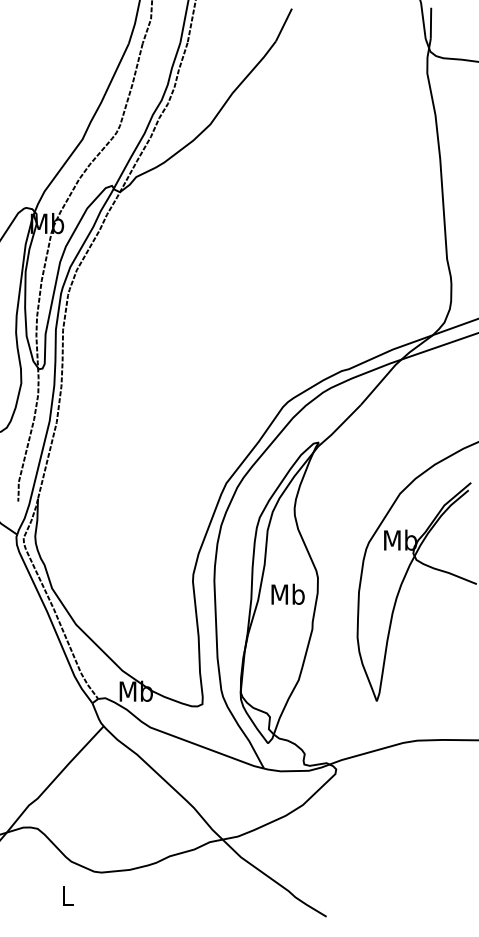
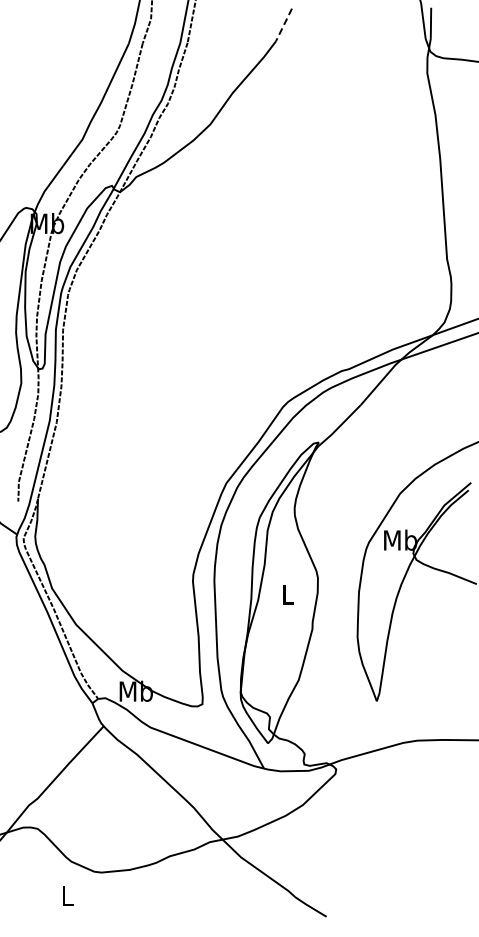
line at (283, 25): solid -> dashed
text at (287, 593): Mb -> L
